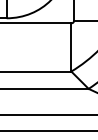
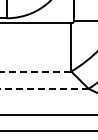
line at (35, 71): solid -> dashed
line at (44, 88): solid -> dashed
